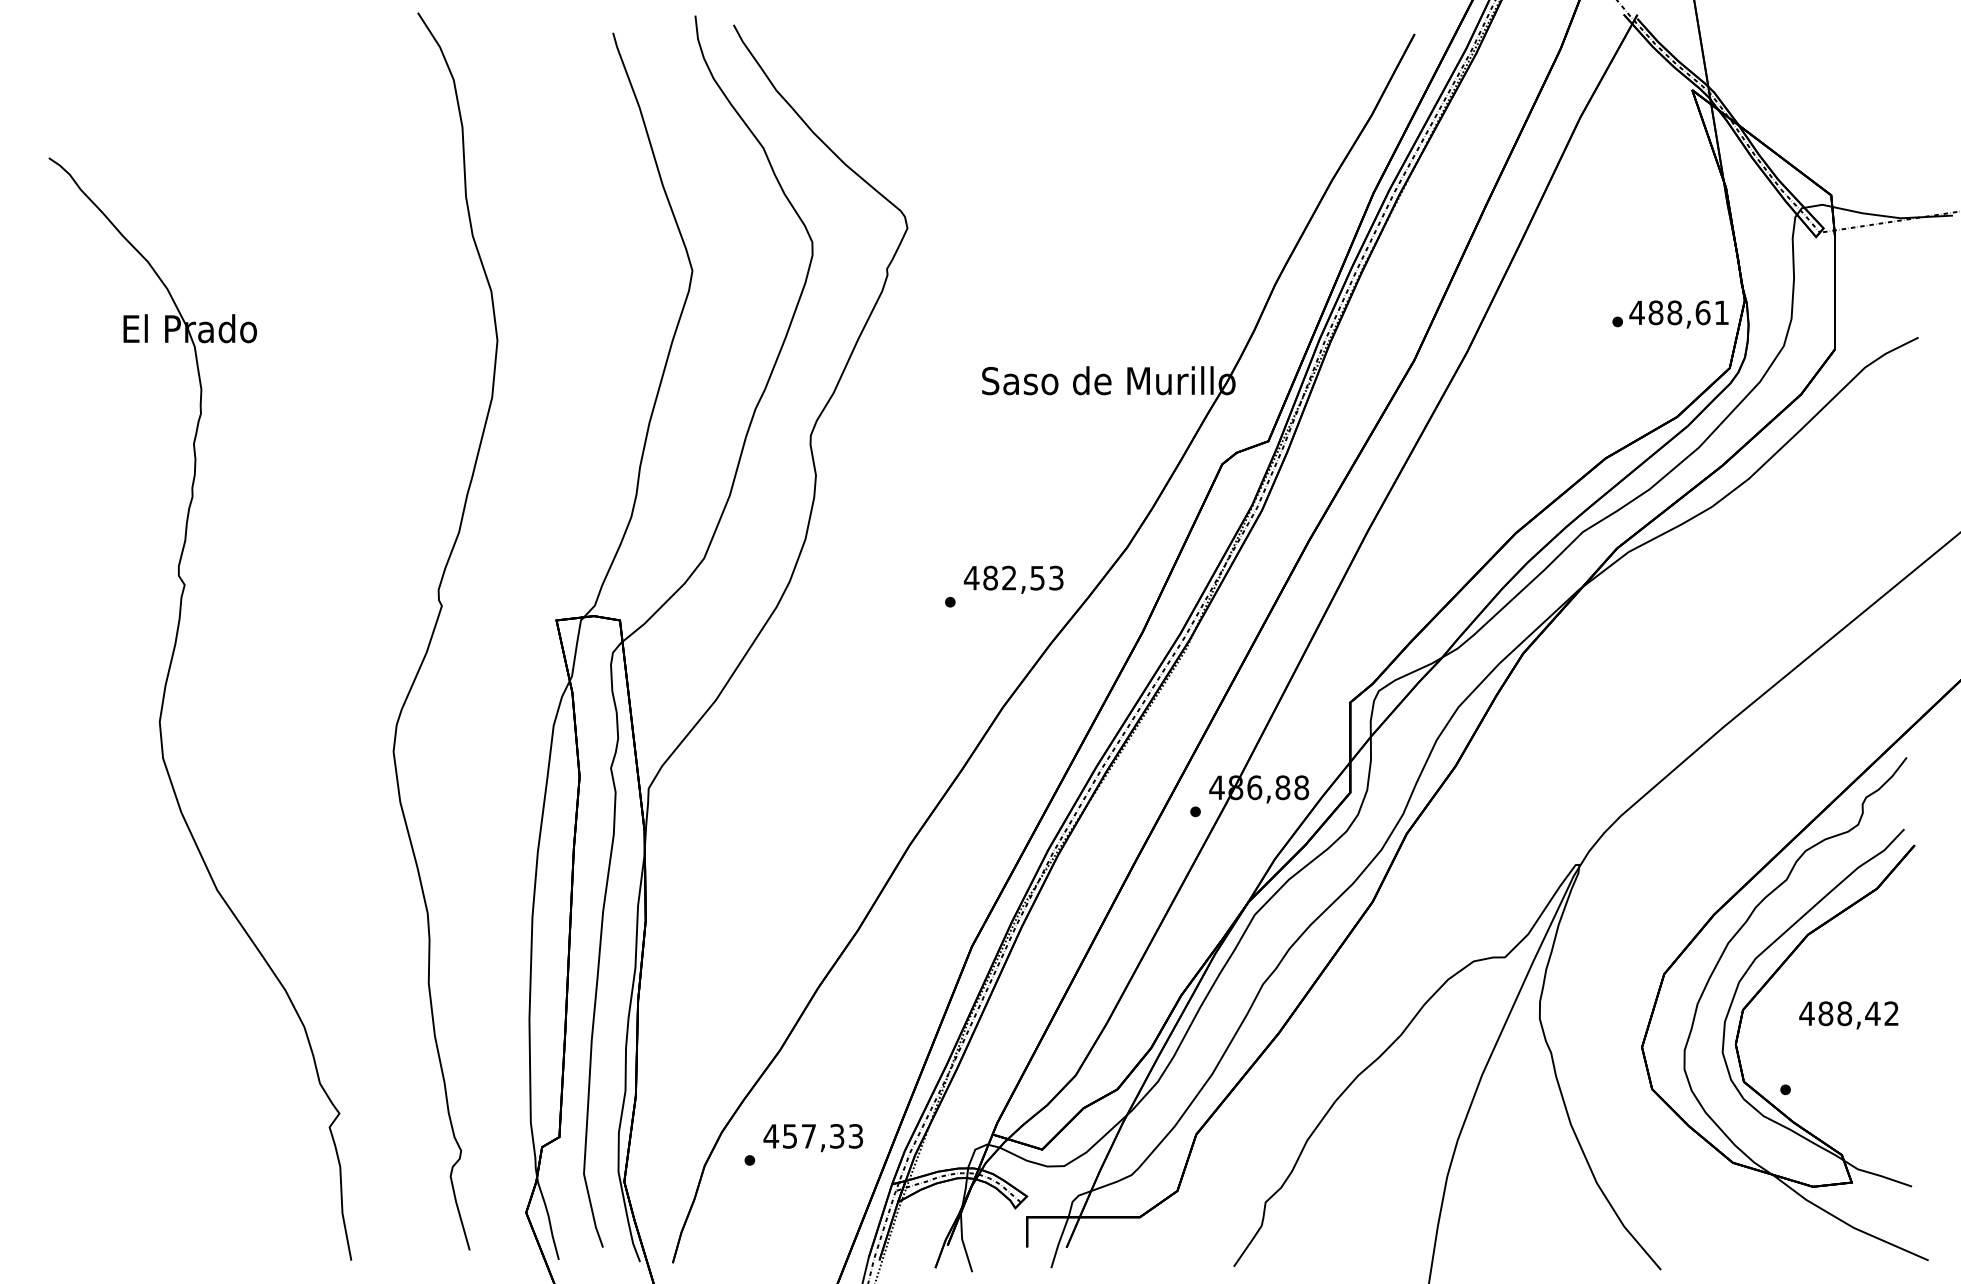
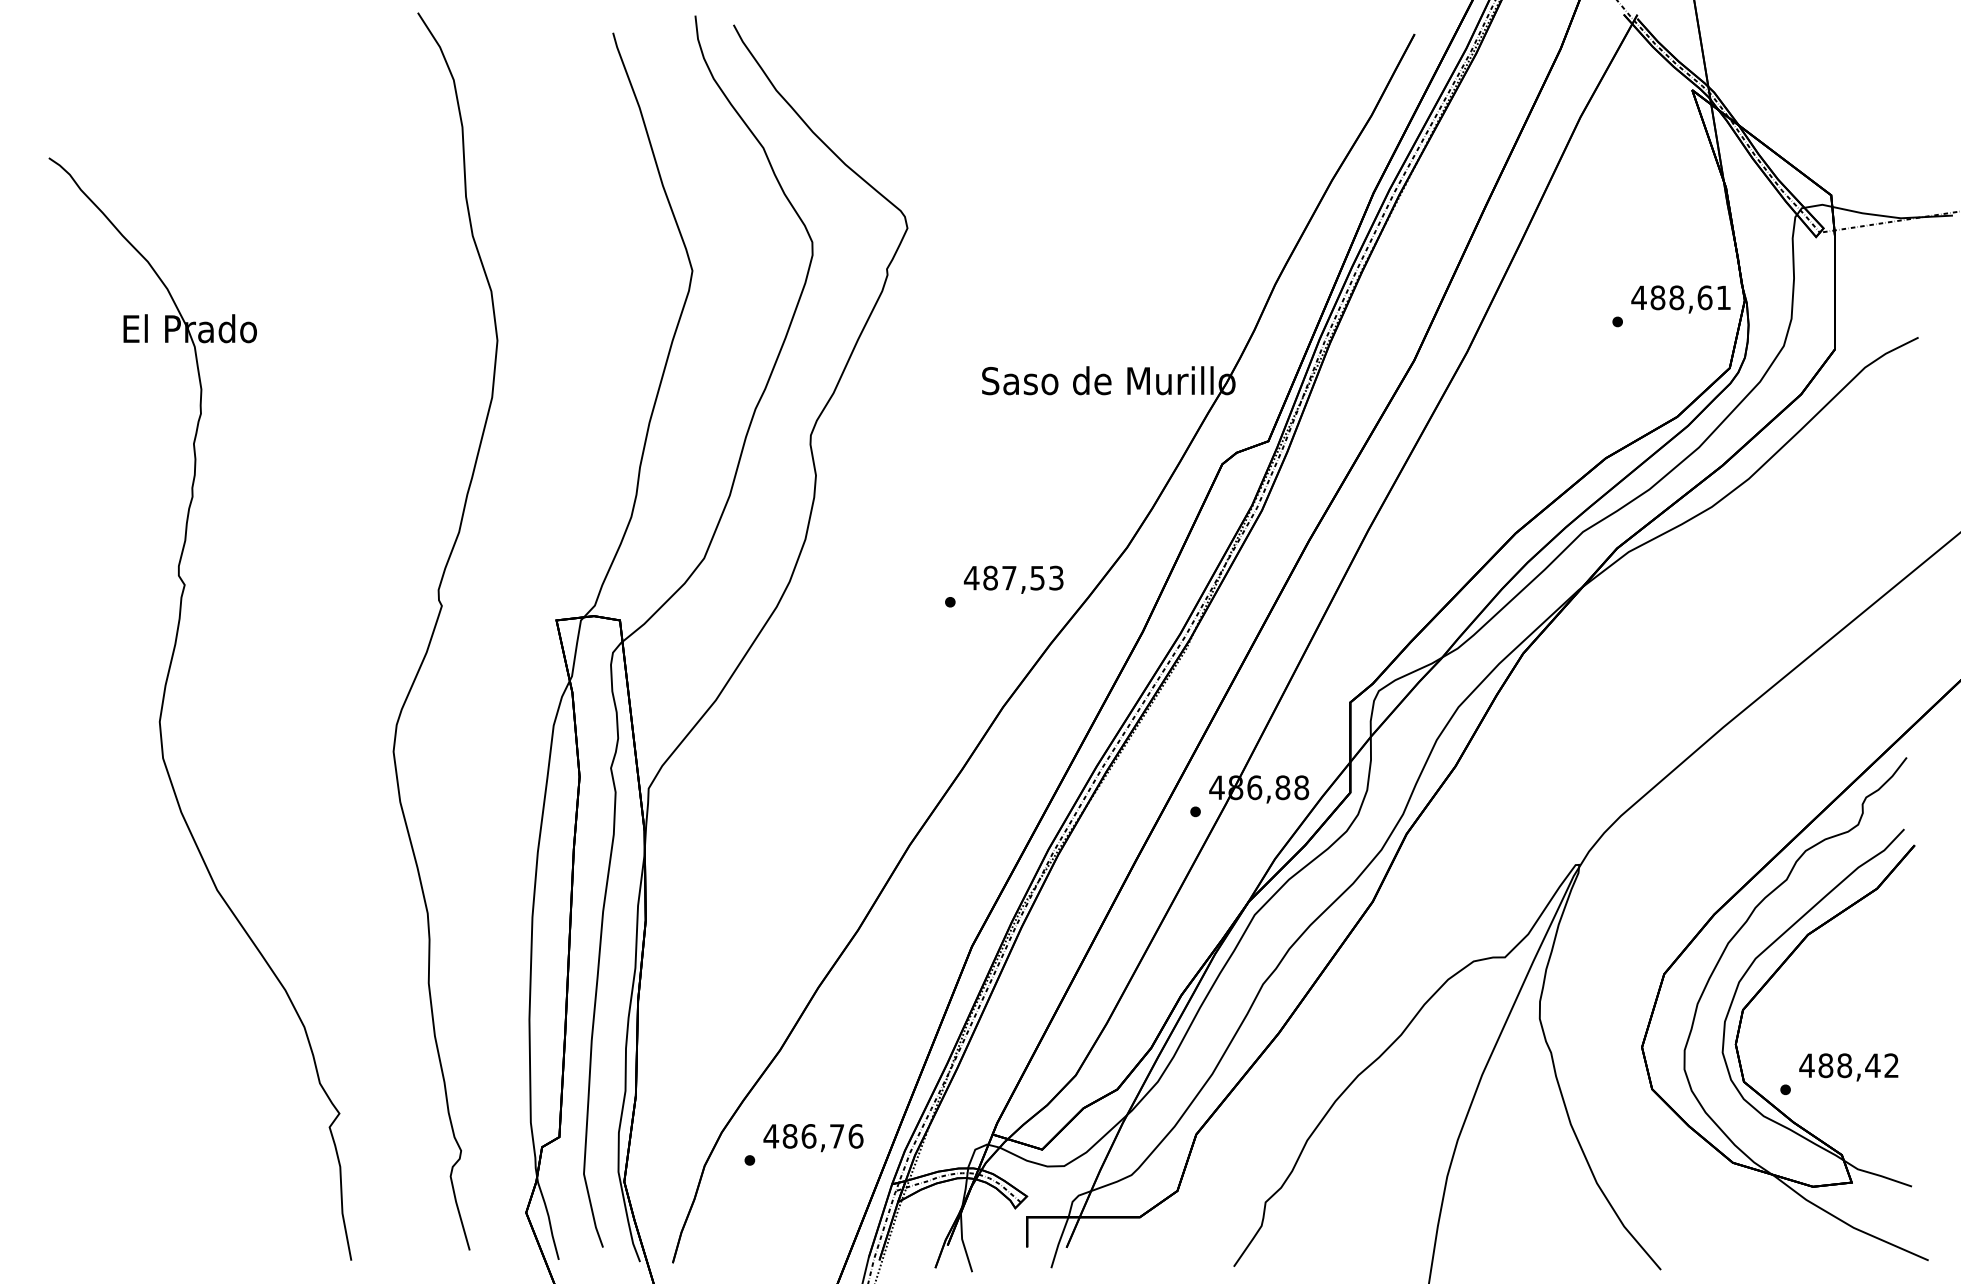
text at (1678, 314) position: (1678, 314) -> (1680, 299)
text at (1009, 577): 482,53 -> 487,53
text at (1848, 1015) position: (1848, 1015) -> (1848, 1067)
text at (822, 1136): 457,33 -> 486,76
